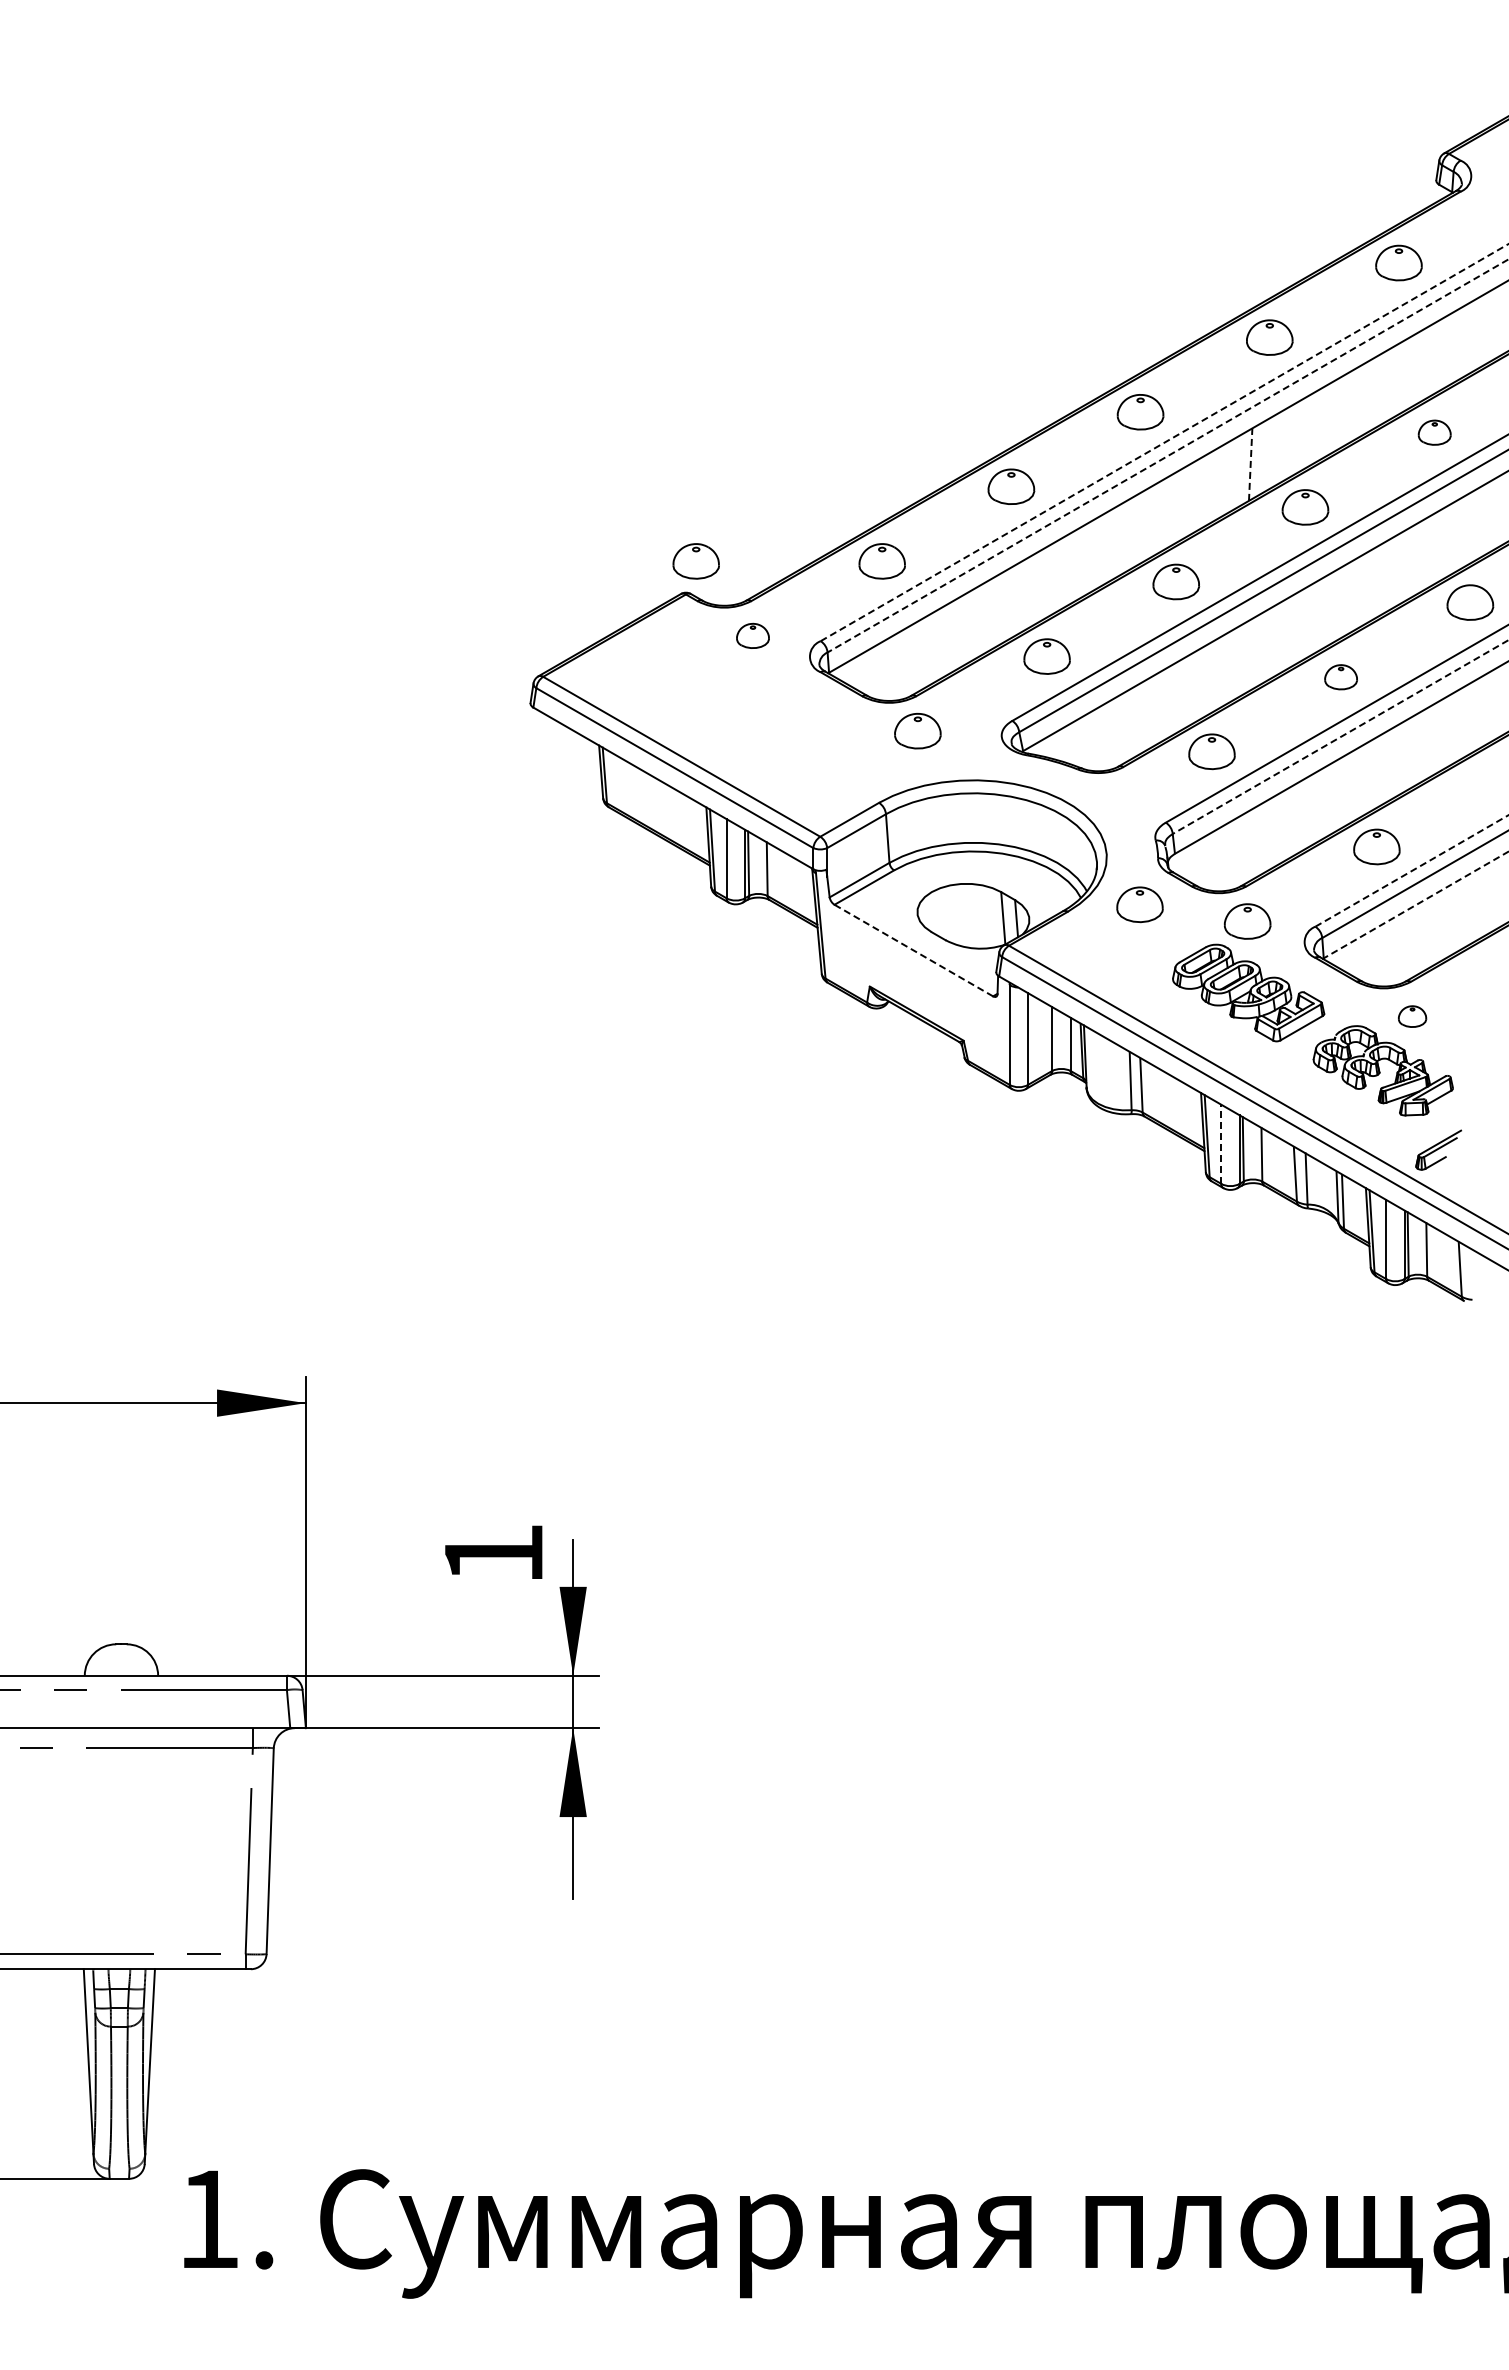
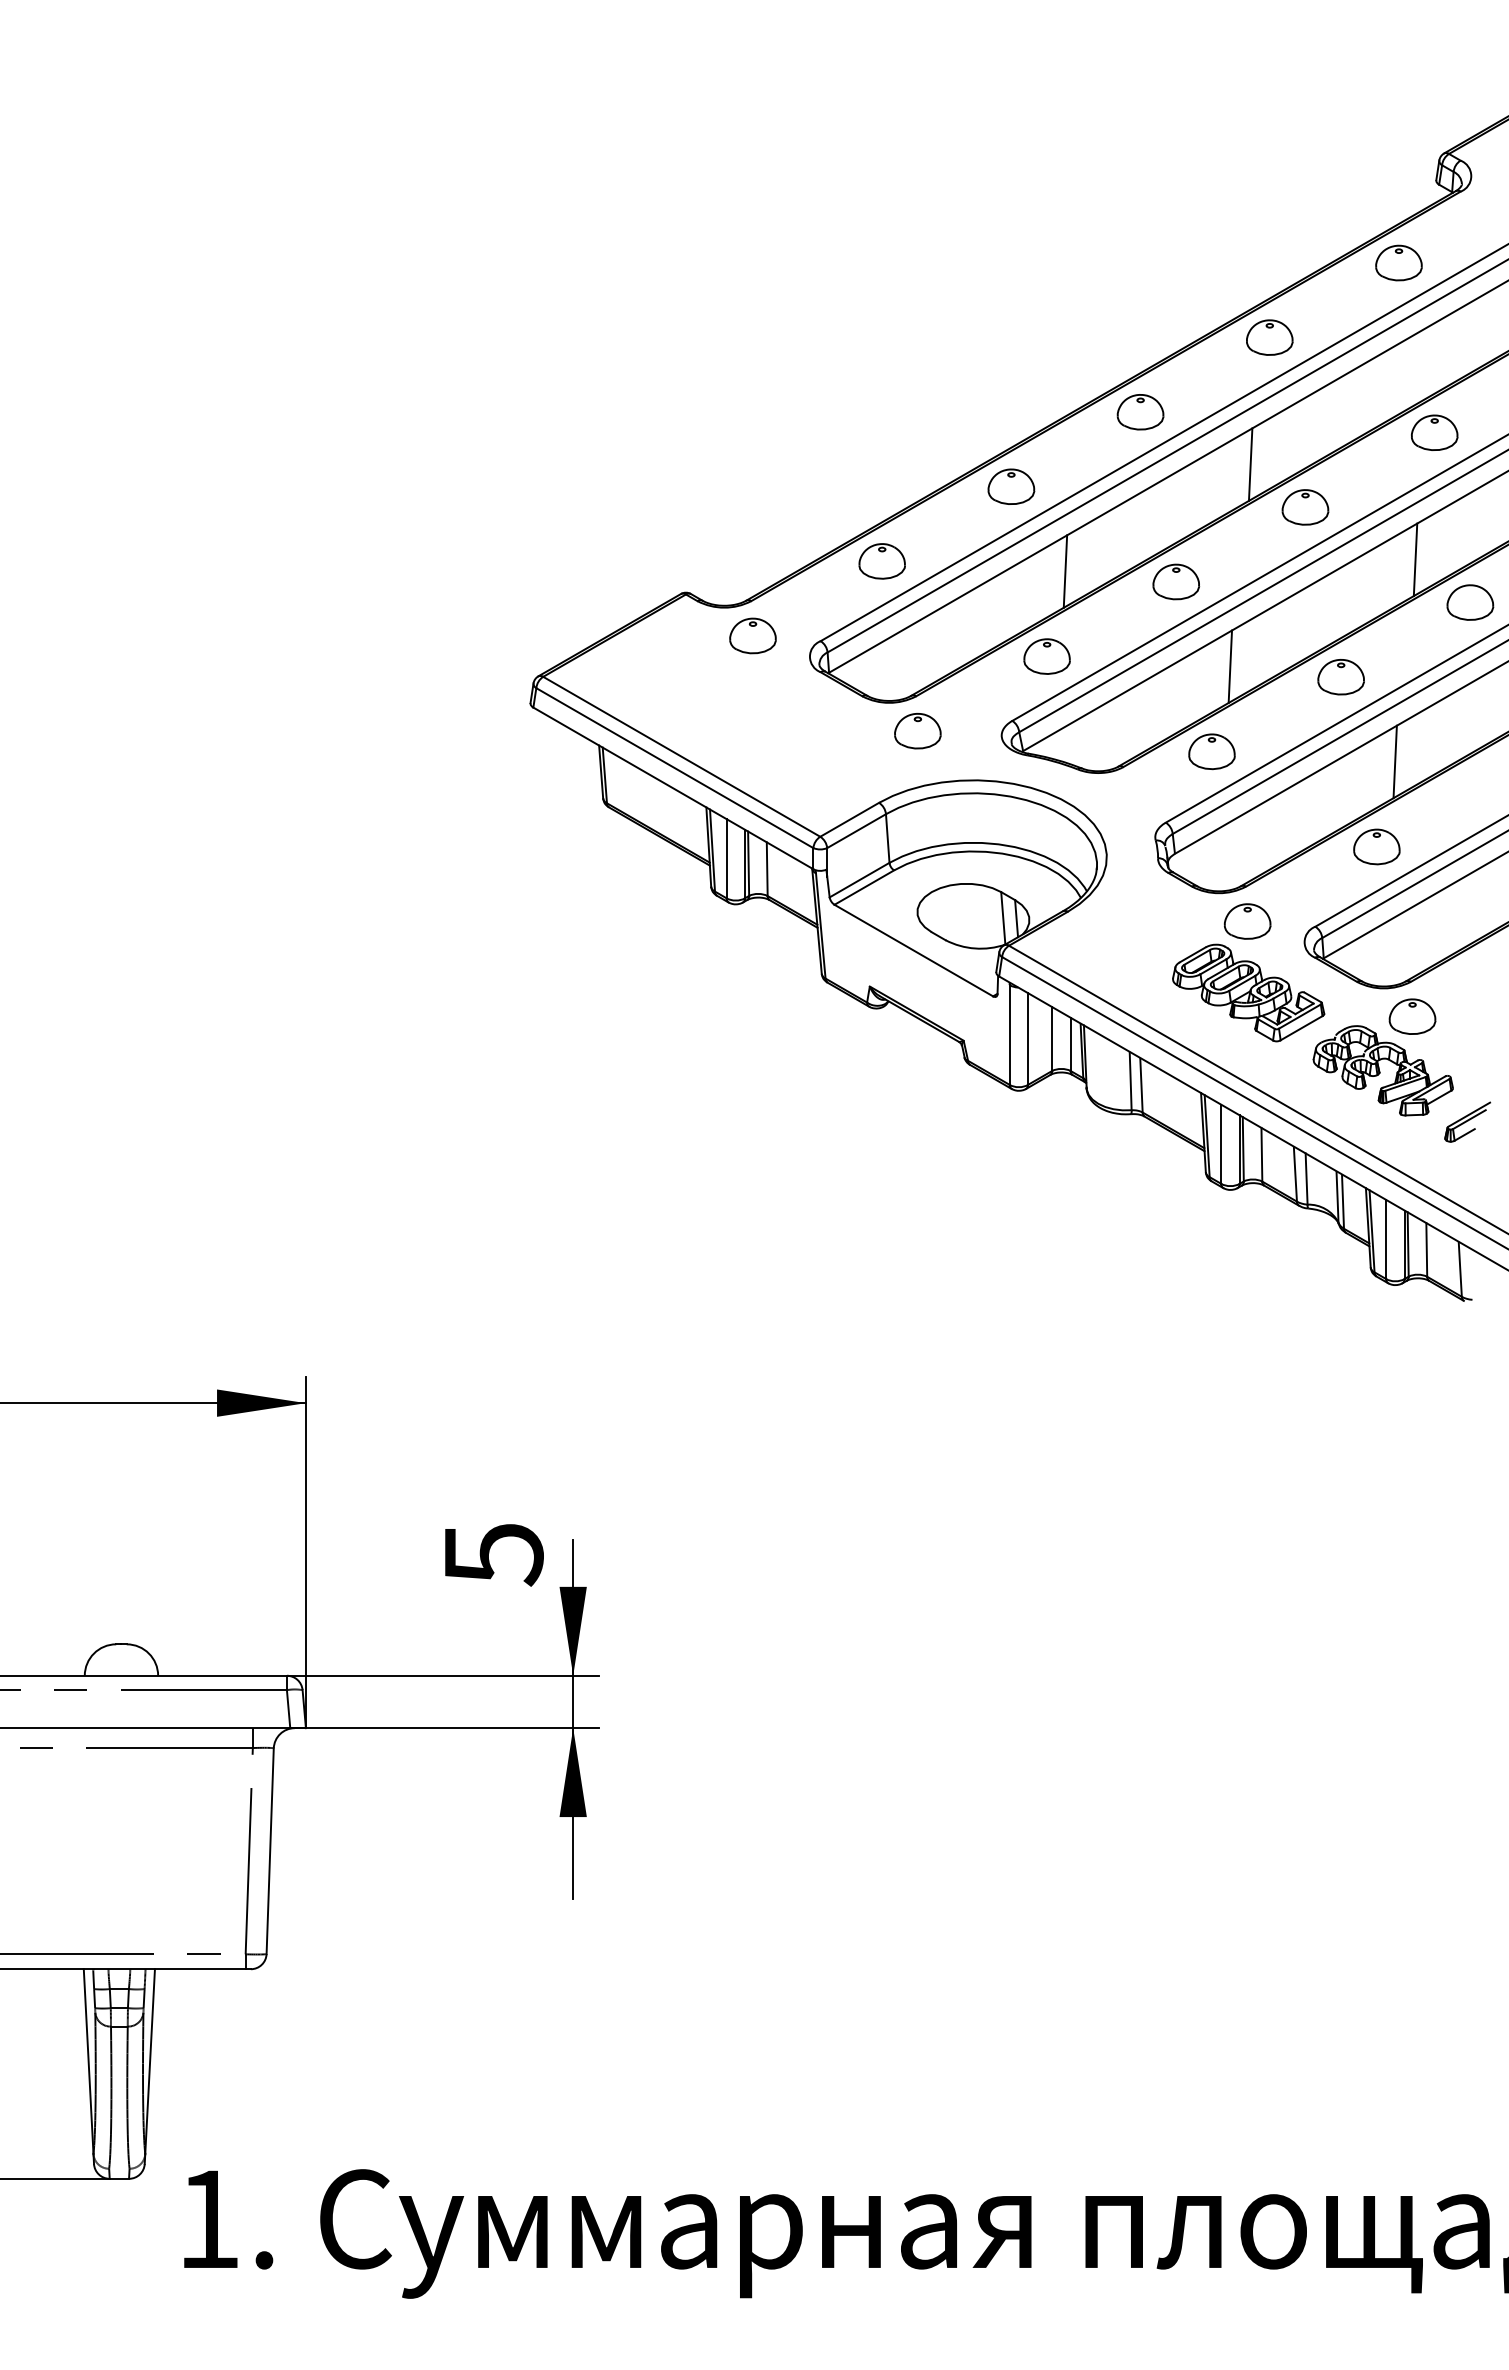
part at (1434, 432) size: 35x27 px -> 48x37 px
line at (1164, 442): dashed -> solid
line at (1167, 456): dashed -> solid
line at (1250, 464): dashed -> solid
line at (1415, 559): none -> present
part at (695, 561): present -> none
line at (1065, 571): none -> present
part at (752, 635) size: 34x27 px -> 48x38 px
line at (1230, 666): none -> present
part at (1340, 677) size: 34x27 px -> 48x37 px
line at (1340, 737): dashed -> solid
line at (1394, 761): none -> present
line at (1412, 870): dashed -> solid
part at (1139, 904): present -> none
line at (1415, 905): dashed -> solid
line at (913, 950): dashed -> solid
part at (1412, 1016) size: 30x23 px -> 49x37 px
line at (1221, 1144): dashed -> solid
part at (1438, 1149) position: (1438, 1149) -> (1467, 1121)
text at (494, 1555): 1 -> 5
